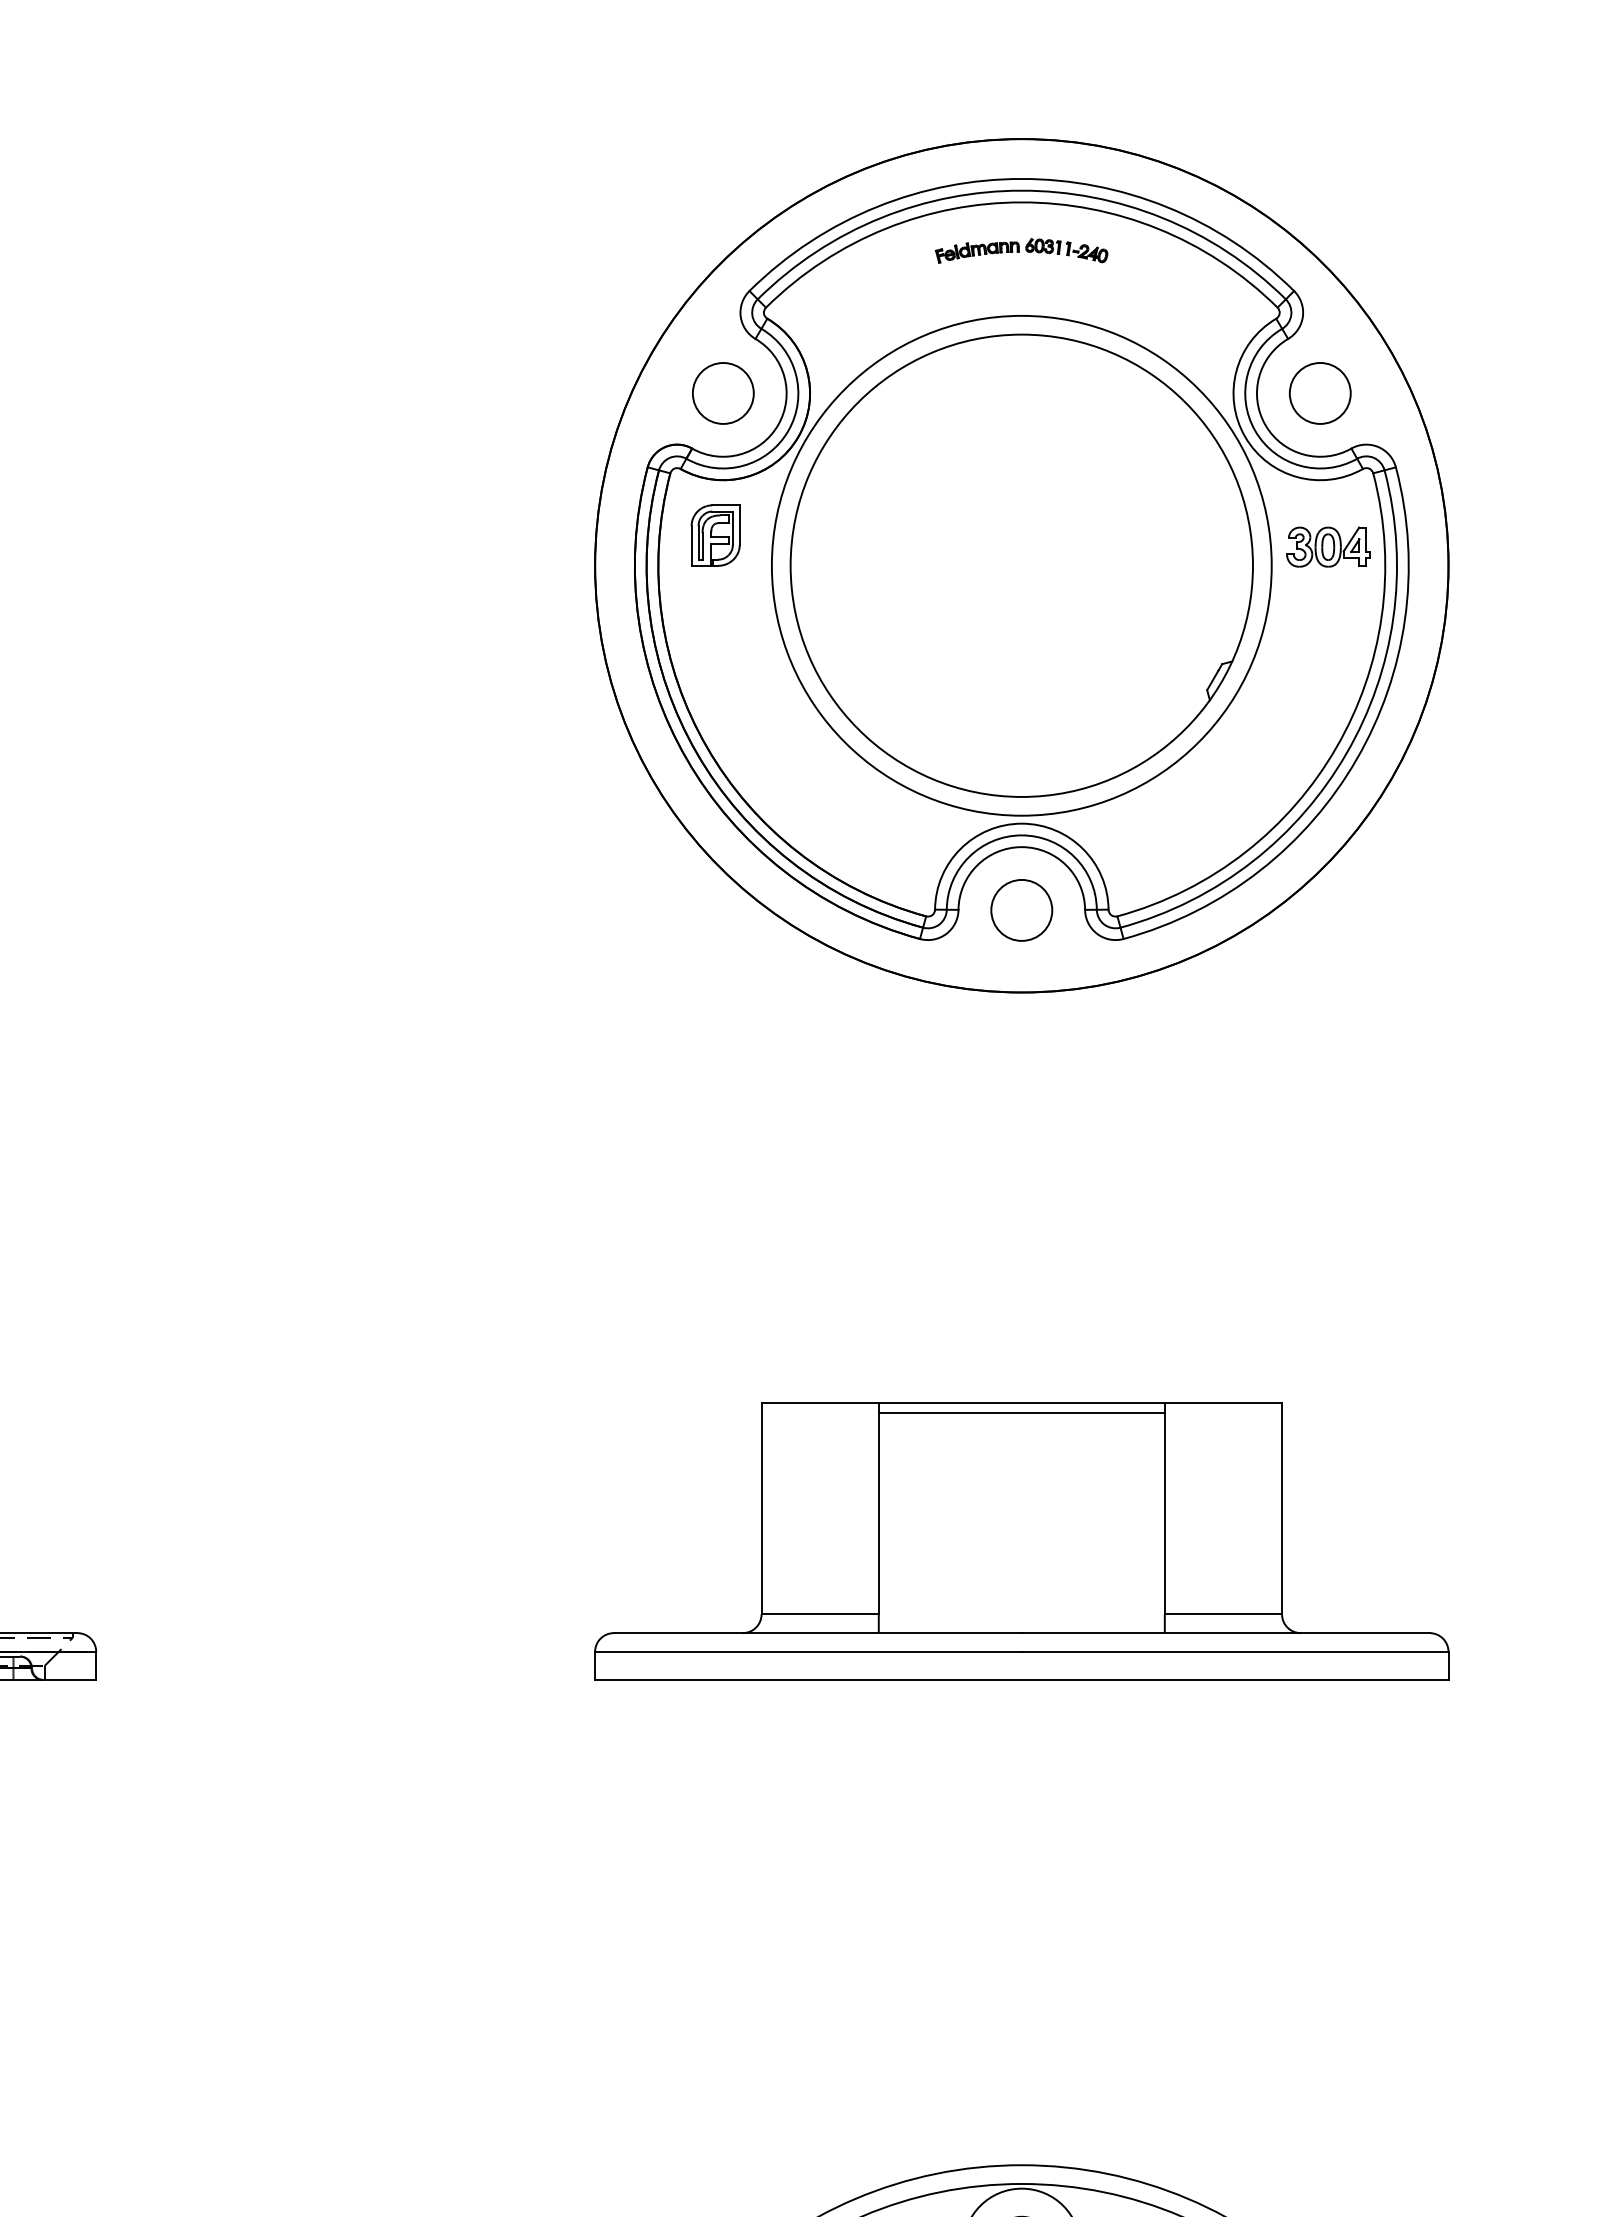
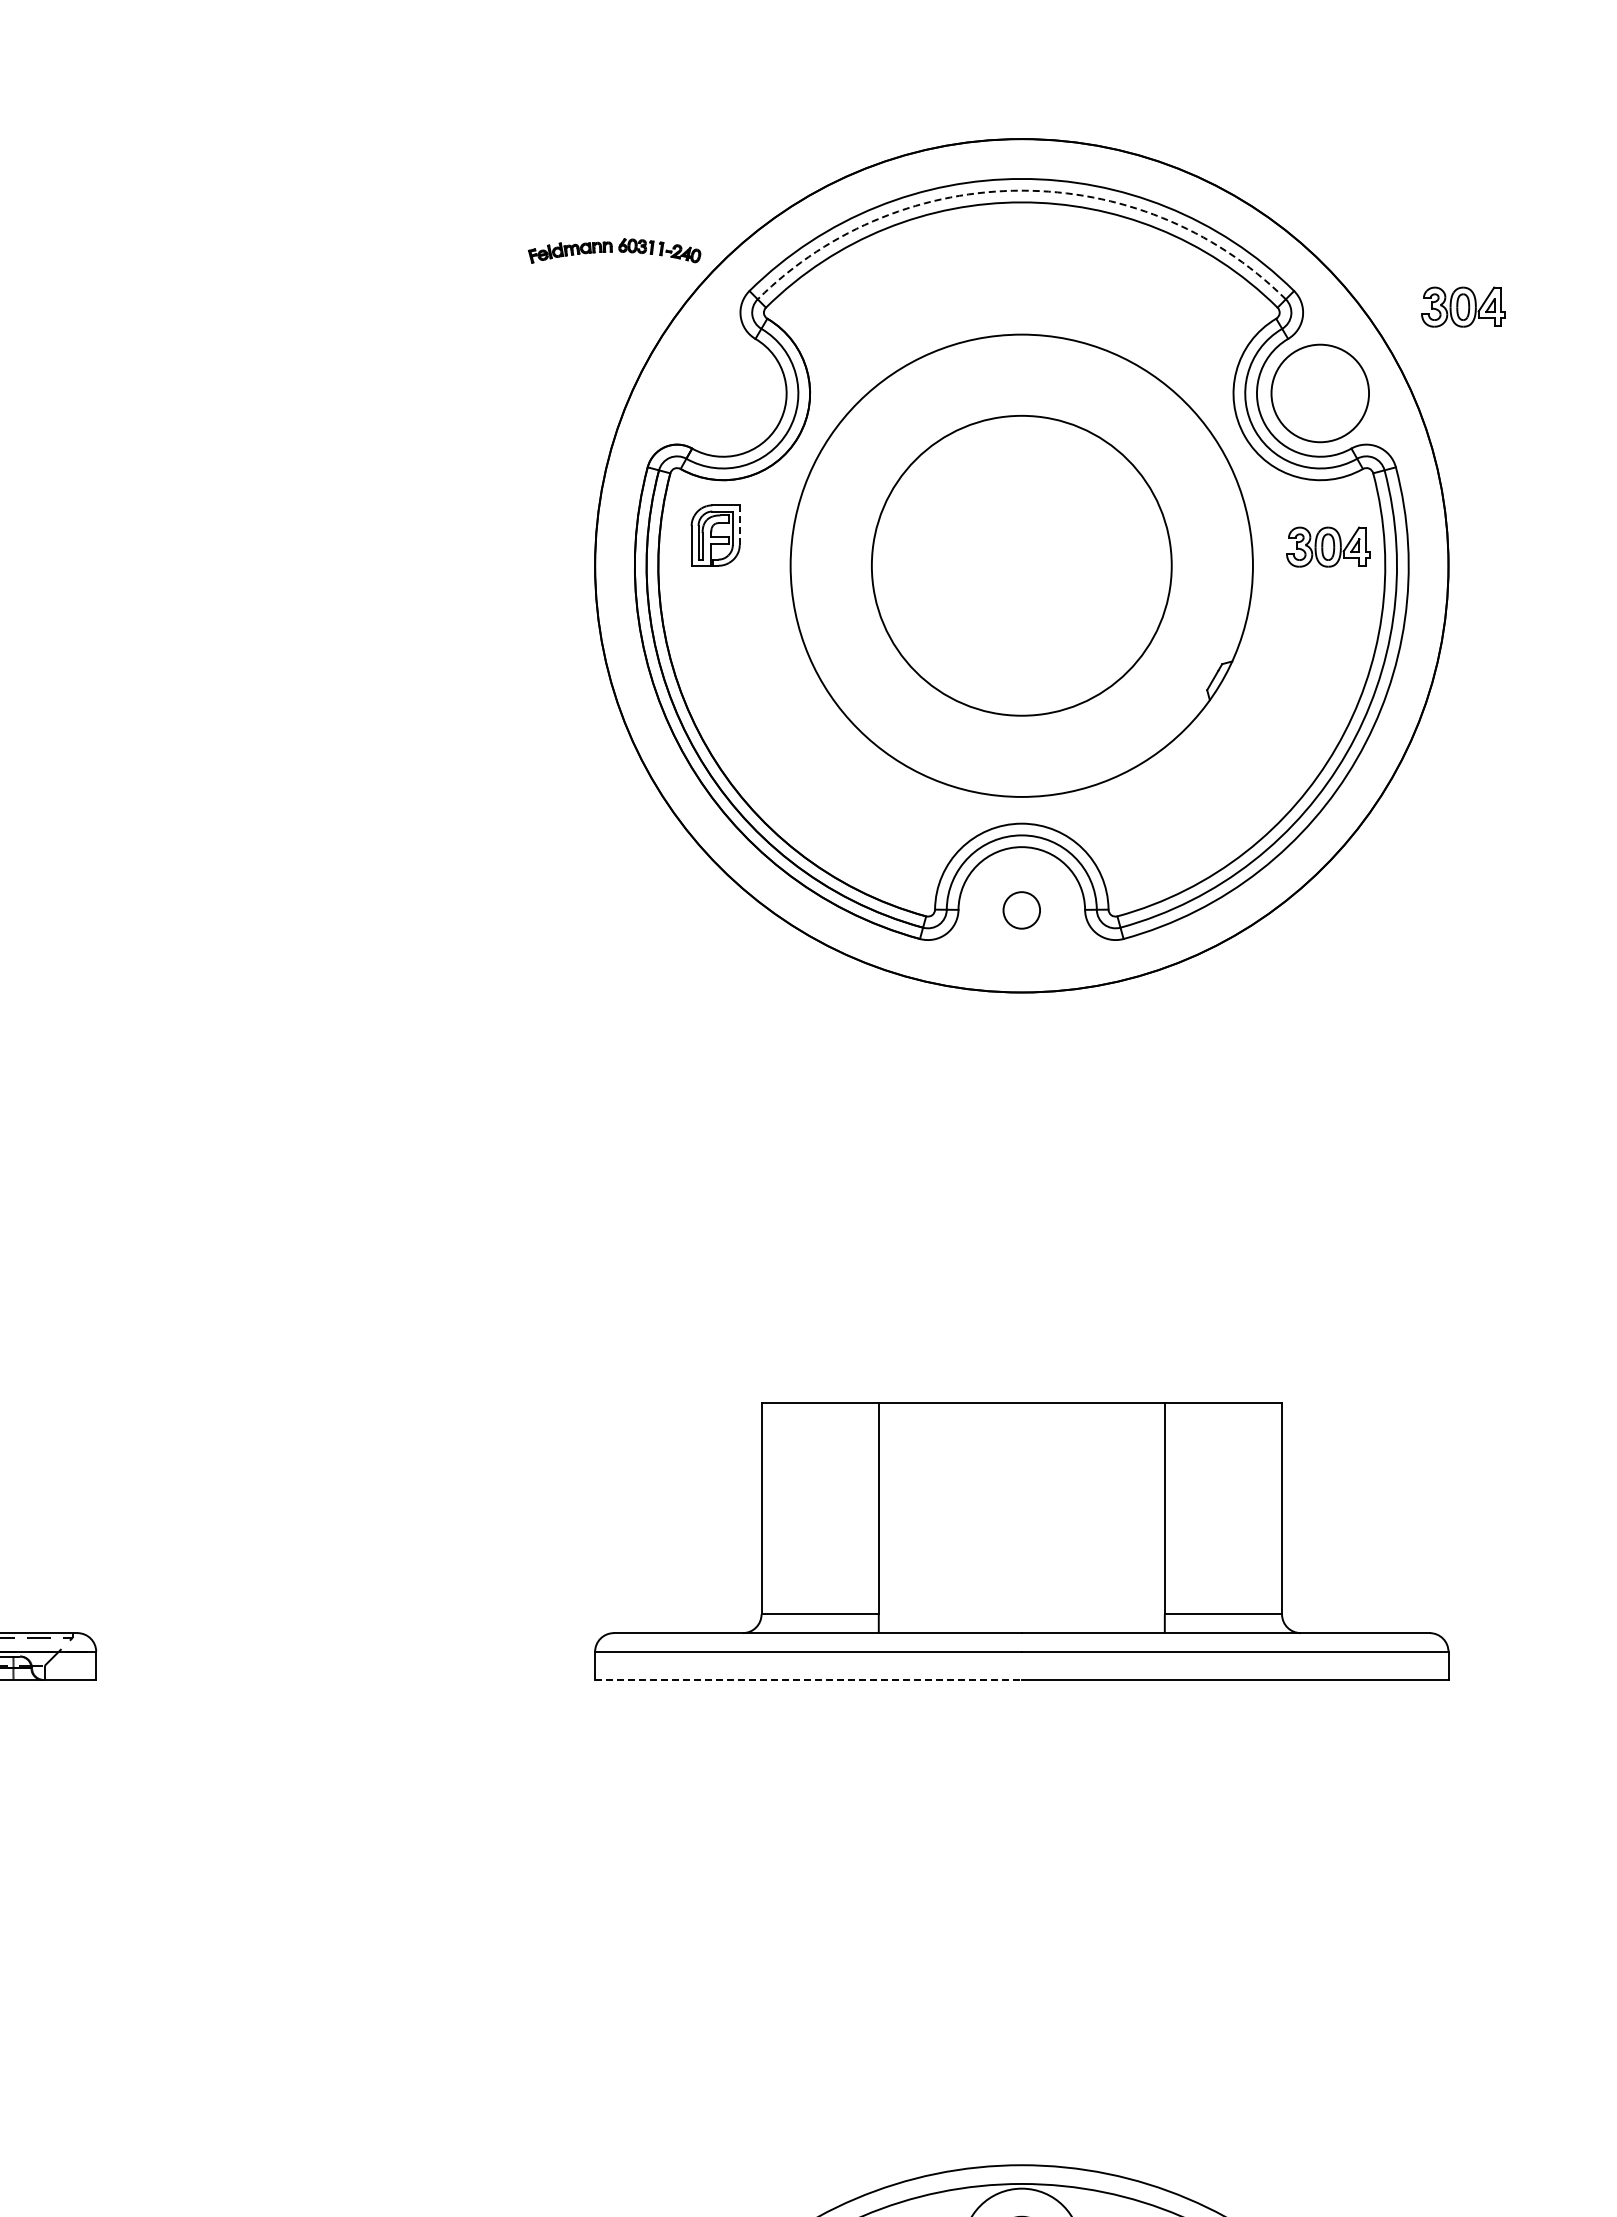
arc at (1021, 190): solid -> dashed
part at (1021, 250) position: (1021, 250) -> (614, 250)
part at (1463, 306): none -> present
circle at (723, 393): present -> none
circle at (1319, 393) diameter: 61 px -> 98 px
line at (739, 525): solid -> dashed
circle at (1021, 565) diameter: 500 px -> 300 px
circle at (1021, 909) diameter: 61 px -> 37 px
line at (1021, 1412): present -> none
line at (808, 1680): solid -> dashed
